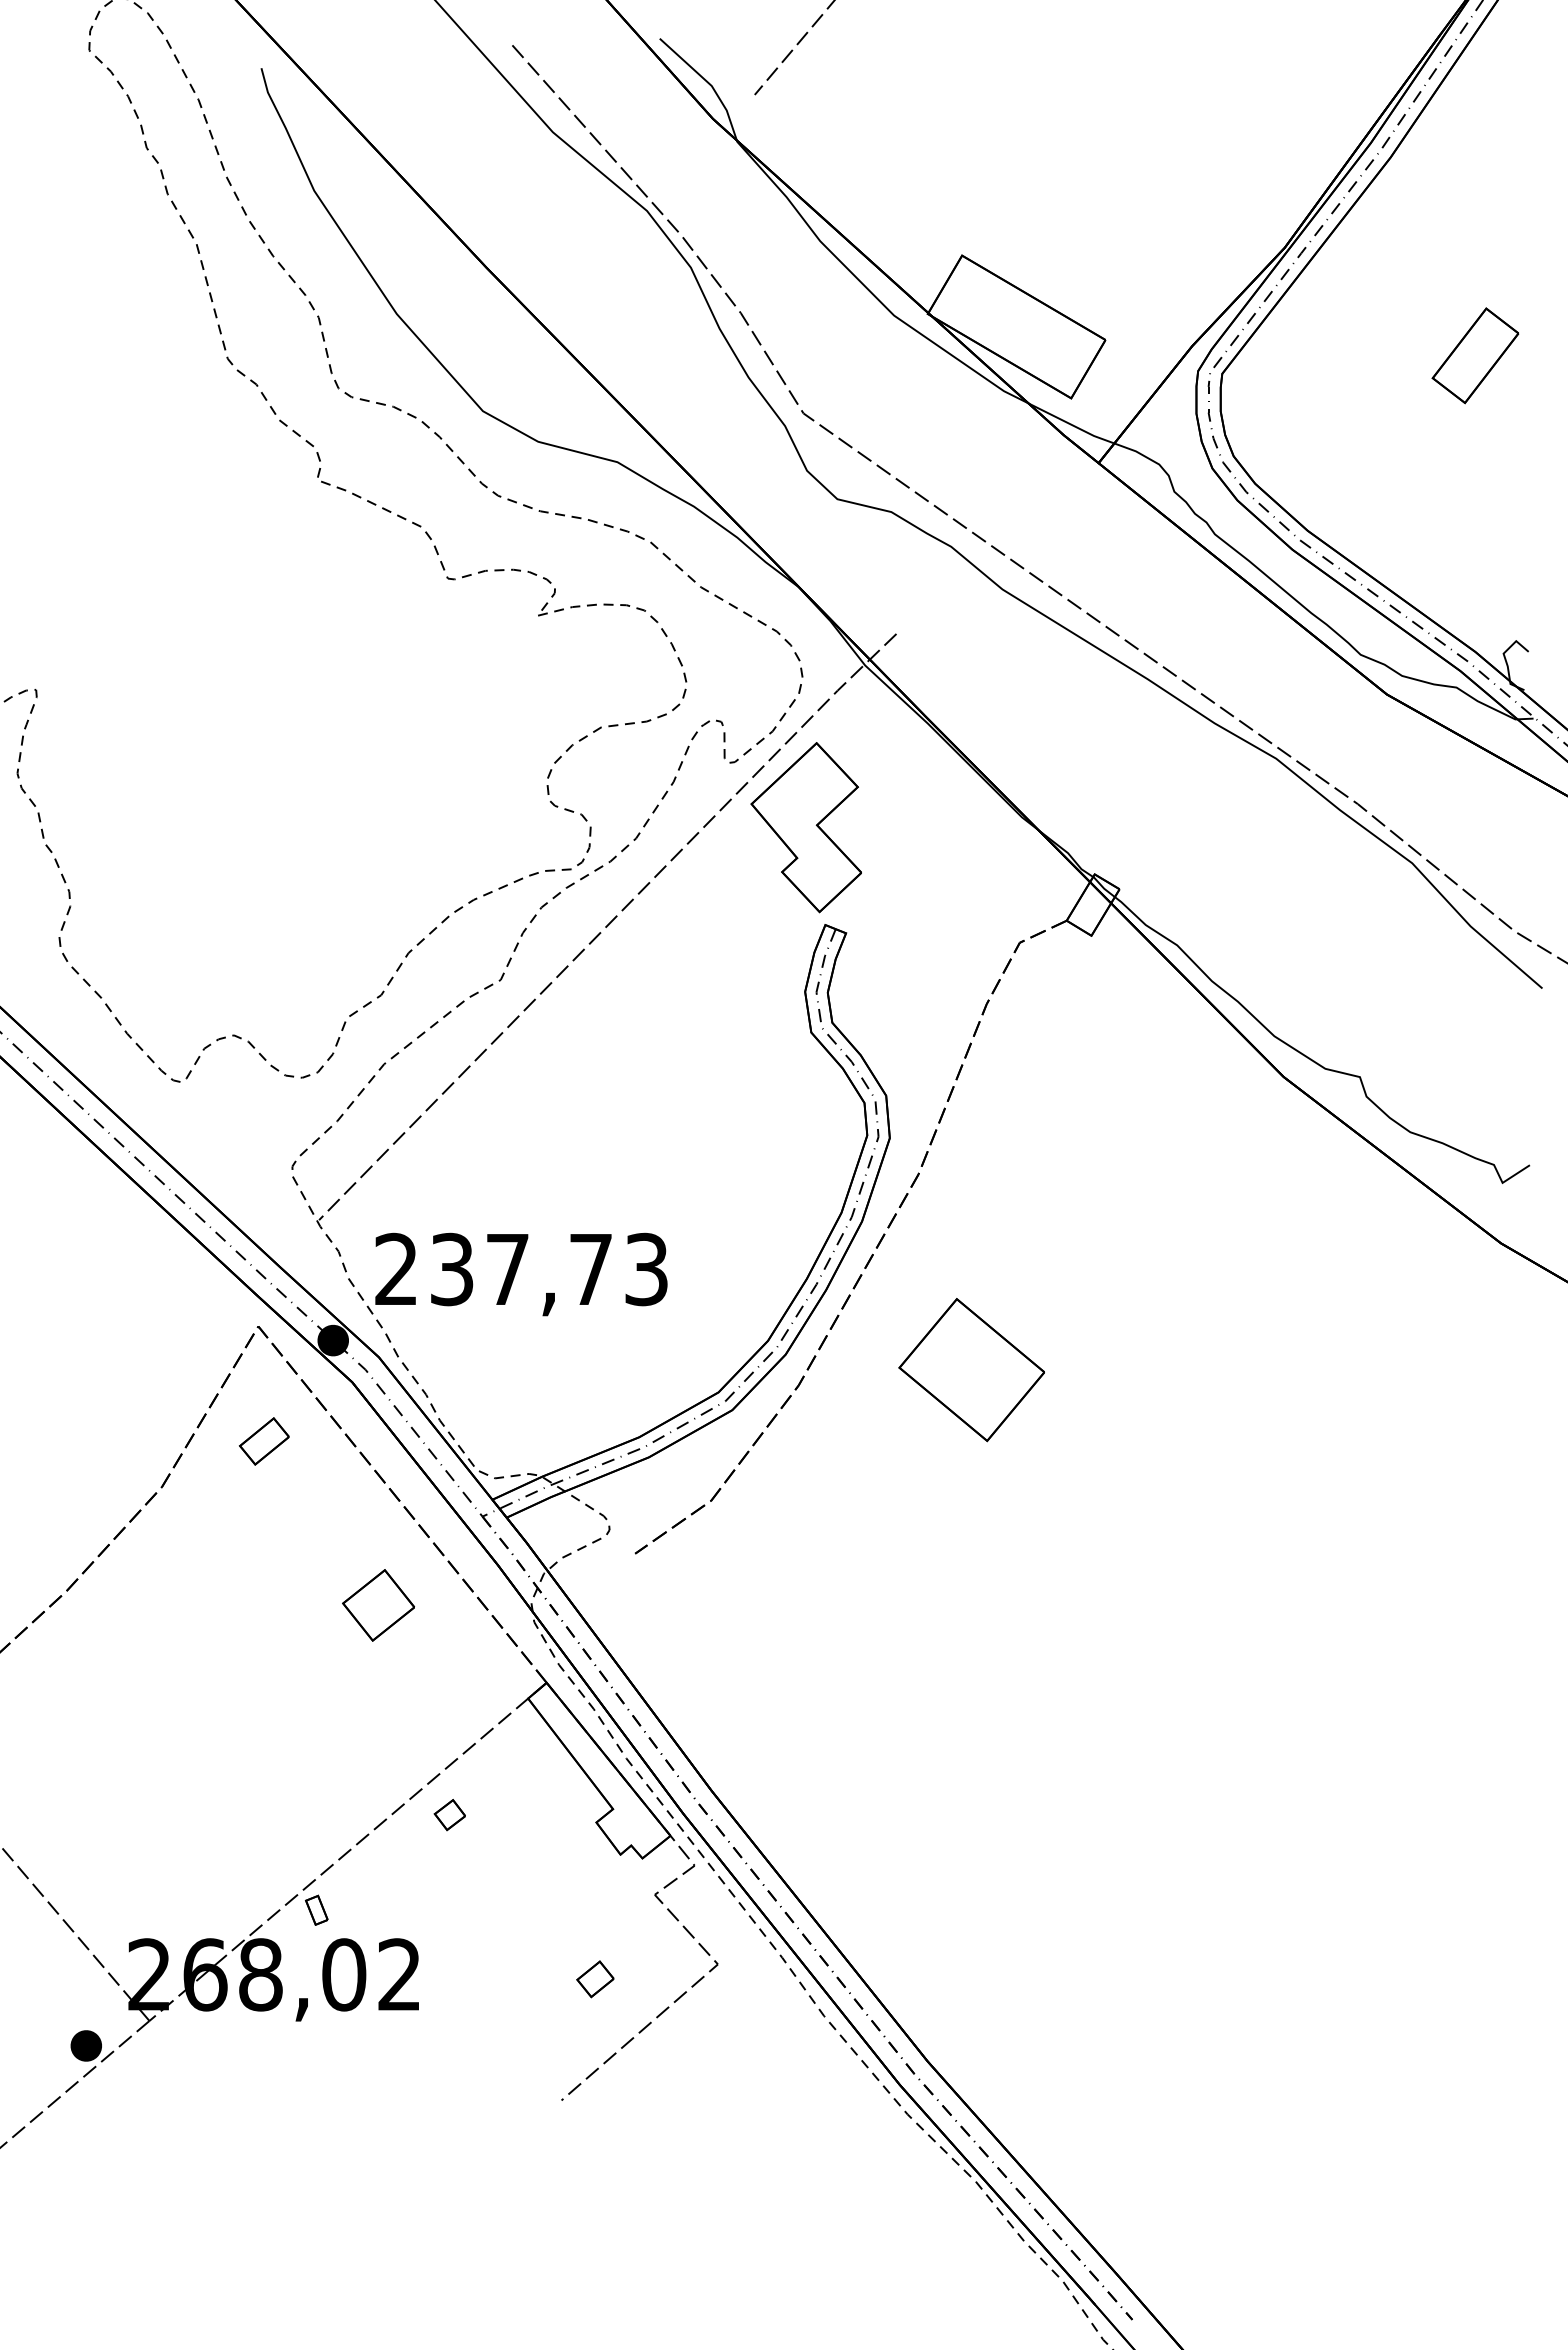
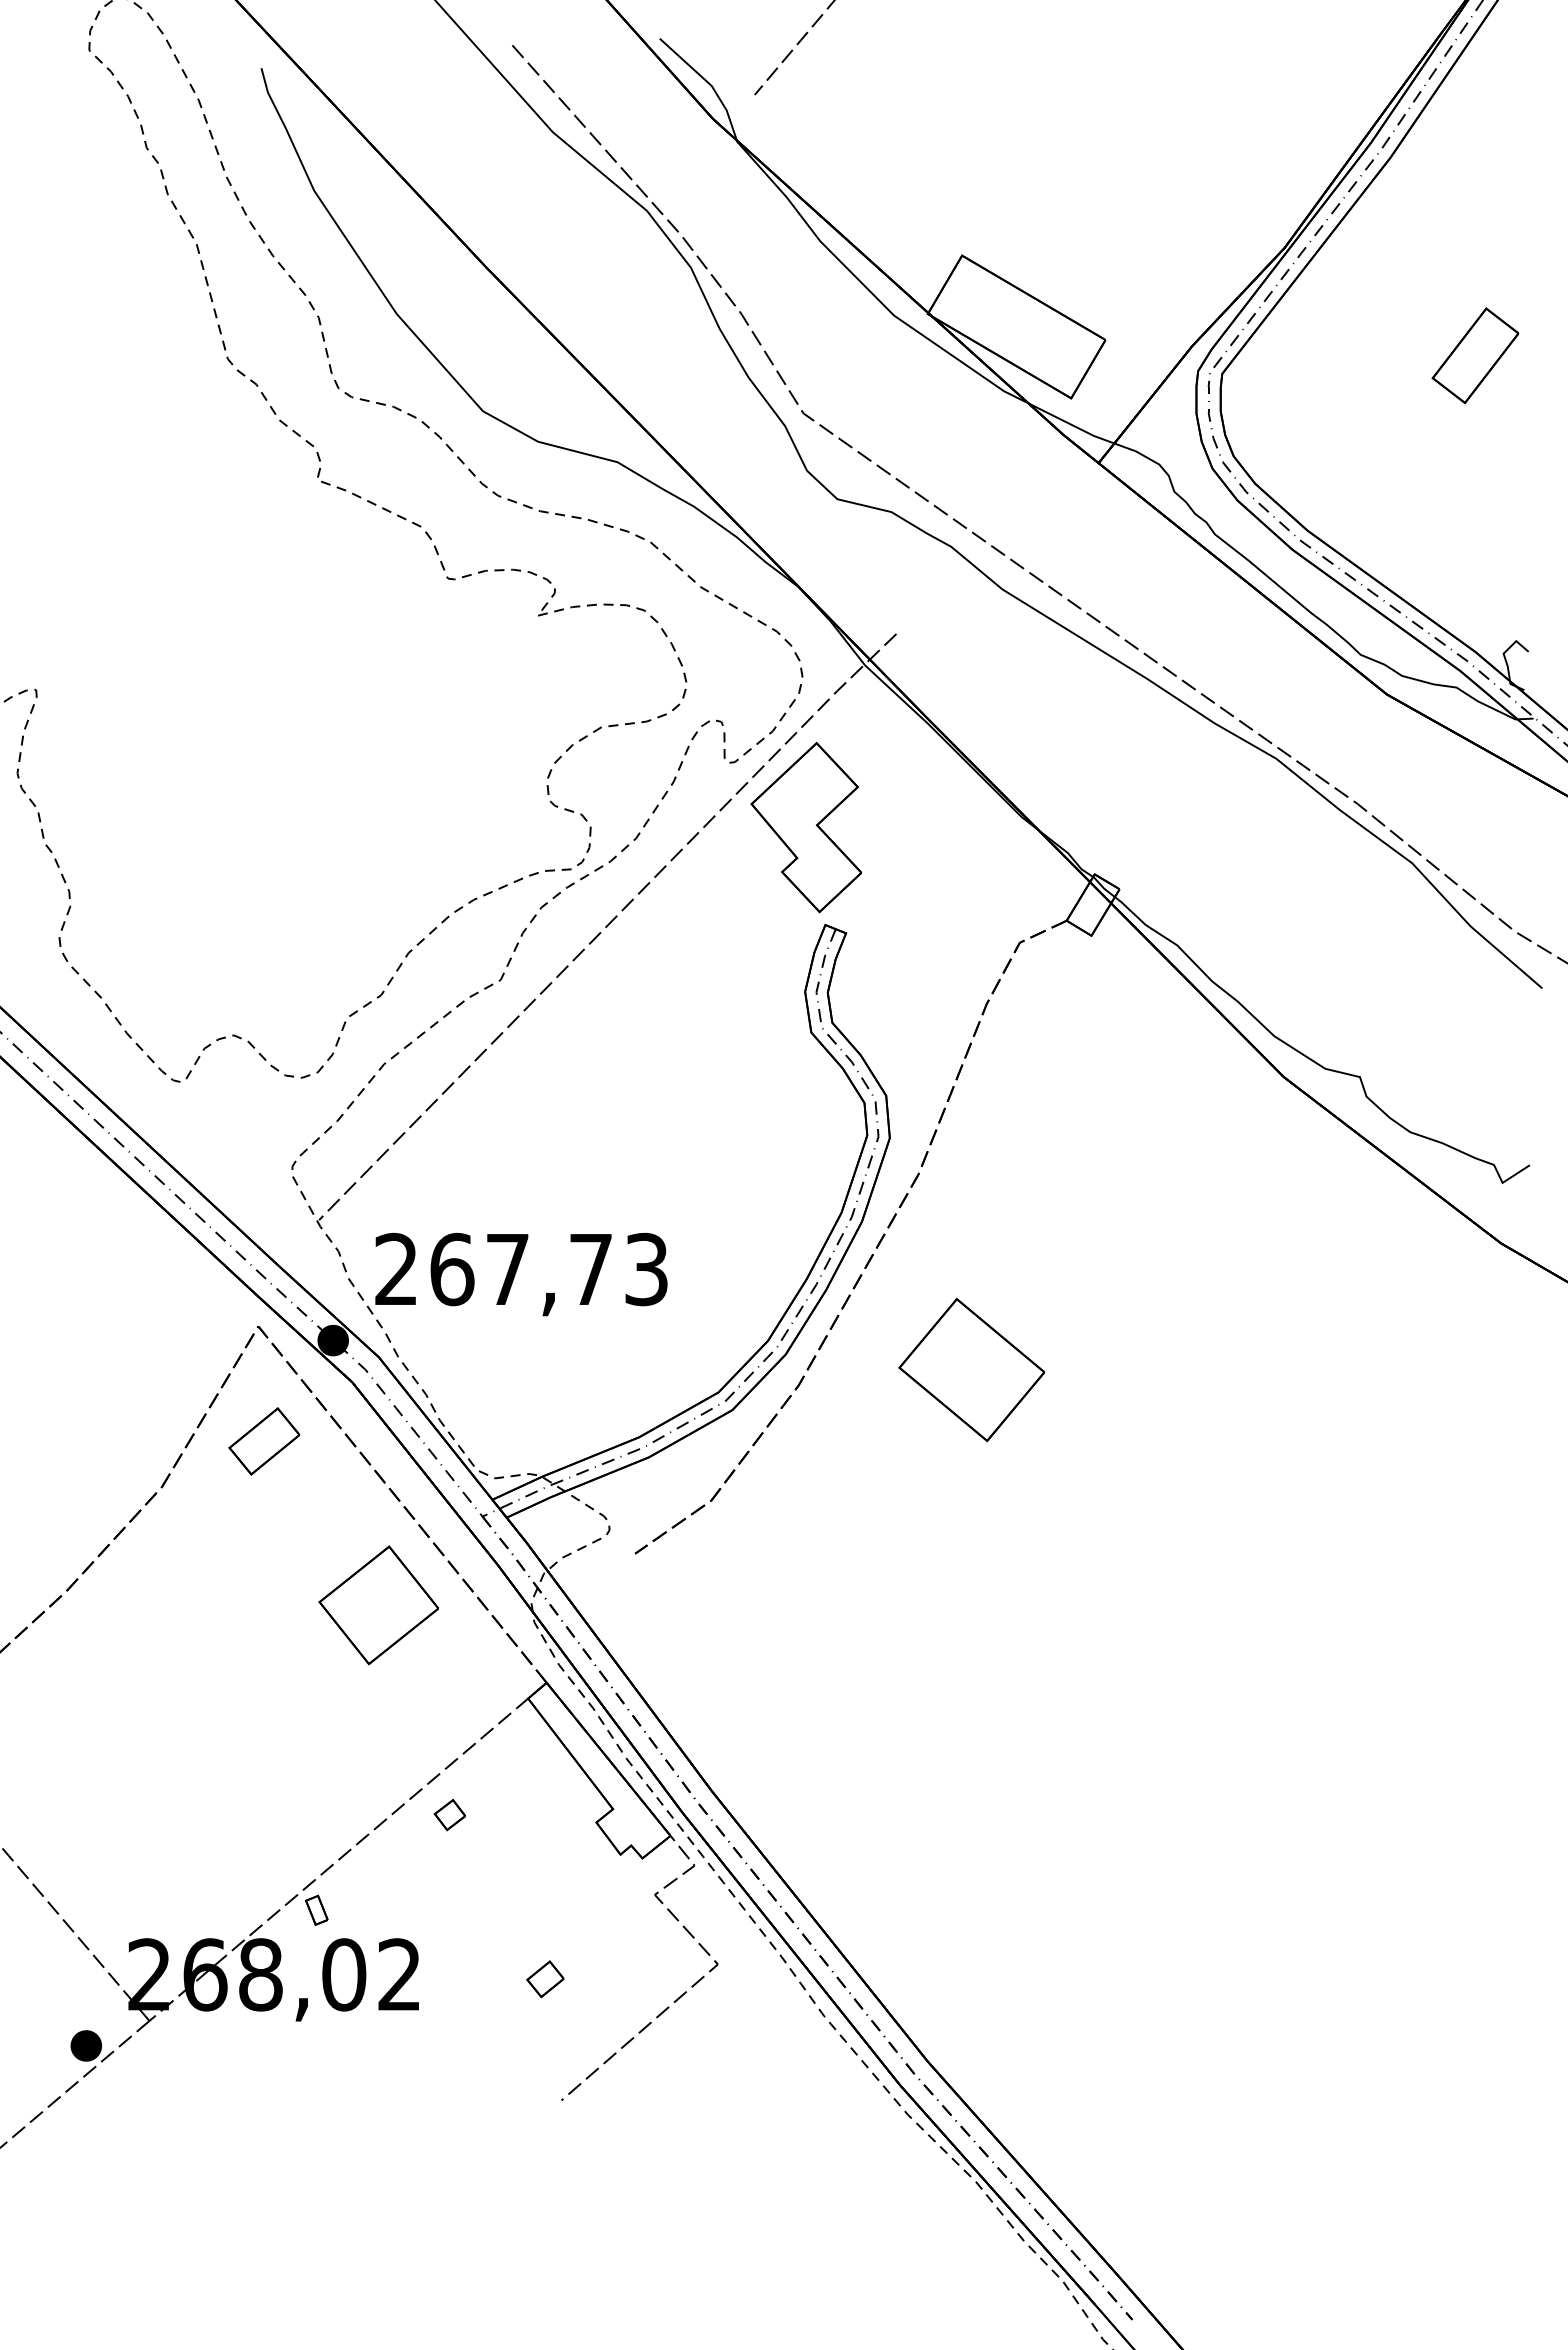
text at (452, 1269): 237,73 -> 267,73
part at (263, 1441) size: 52x49 px -> 73x69 px
part at (378, 1605) size: 73x73 px -> 121x121 px
part at (595, 1979) position: (595, 1979) -> (545, 1979)
